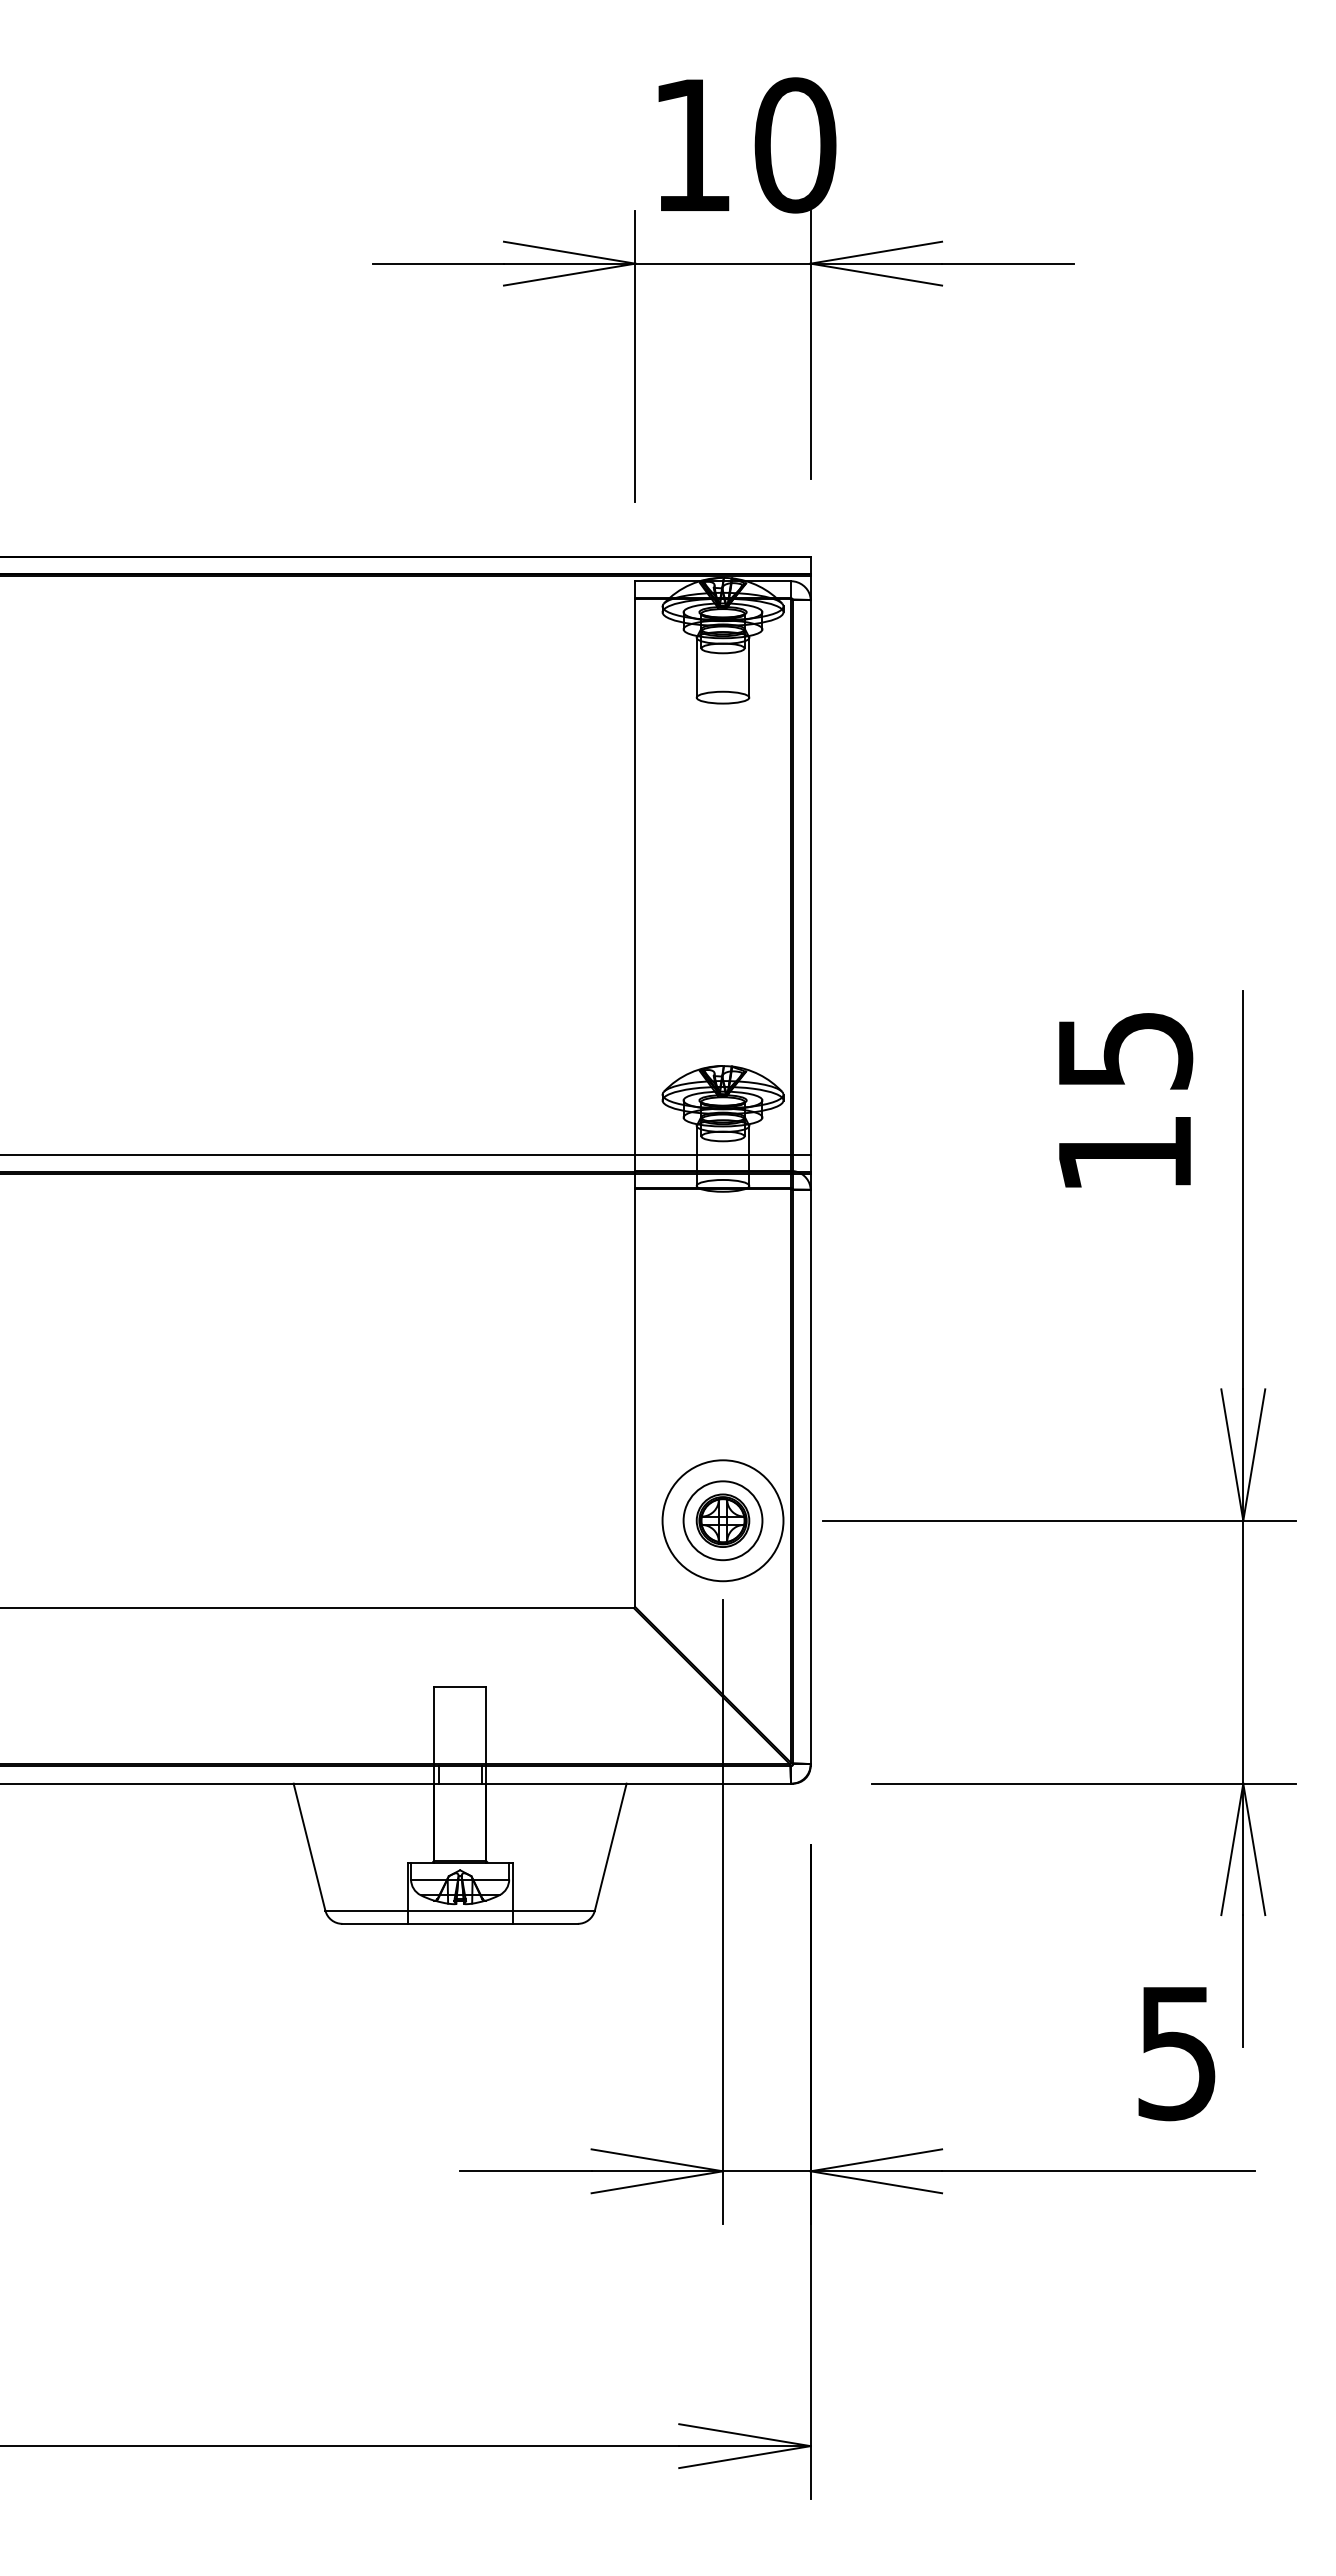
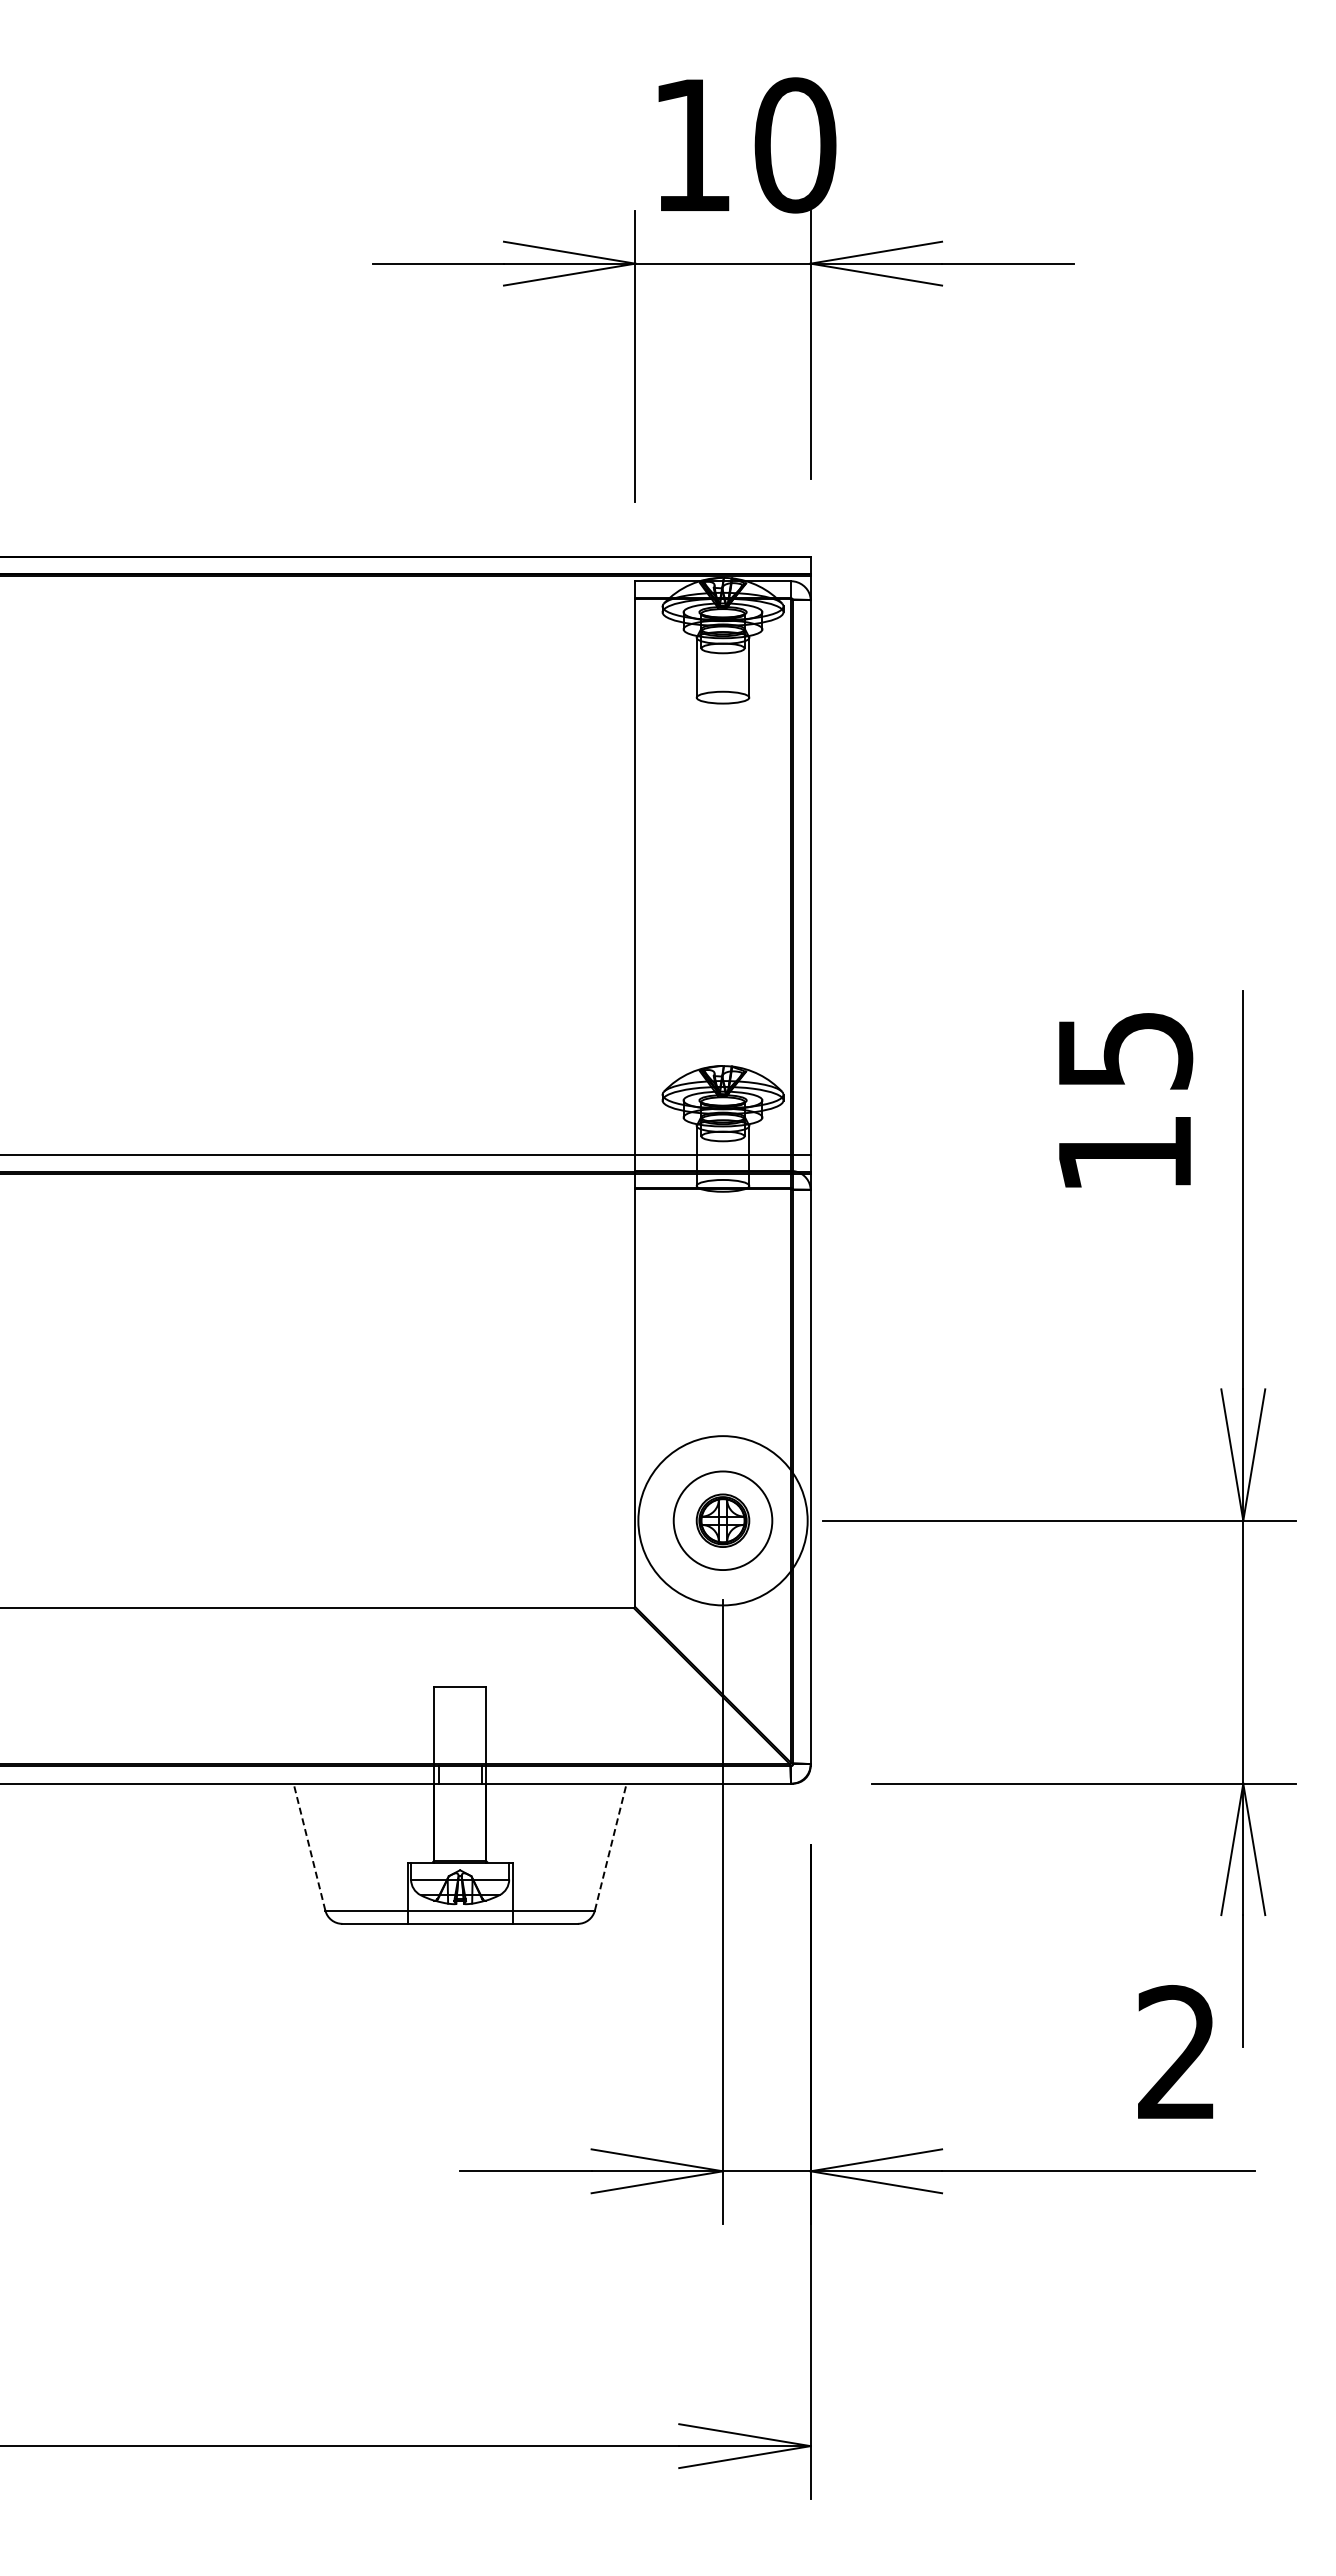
circle at (722, 1520) diameter: 121 px -> 169 px
circle at (722, 1520) diameter: 79 px -> 99 px
line at (309, 1846): solid -> dashed
line at (610, 1846): solid -> dashed
text at (1176, 2053): 5 -> 2
